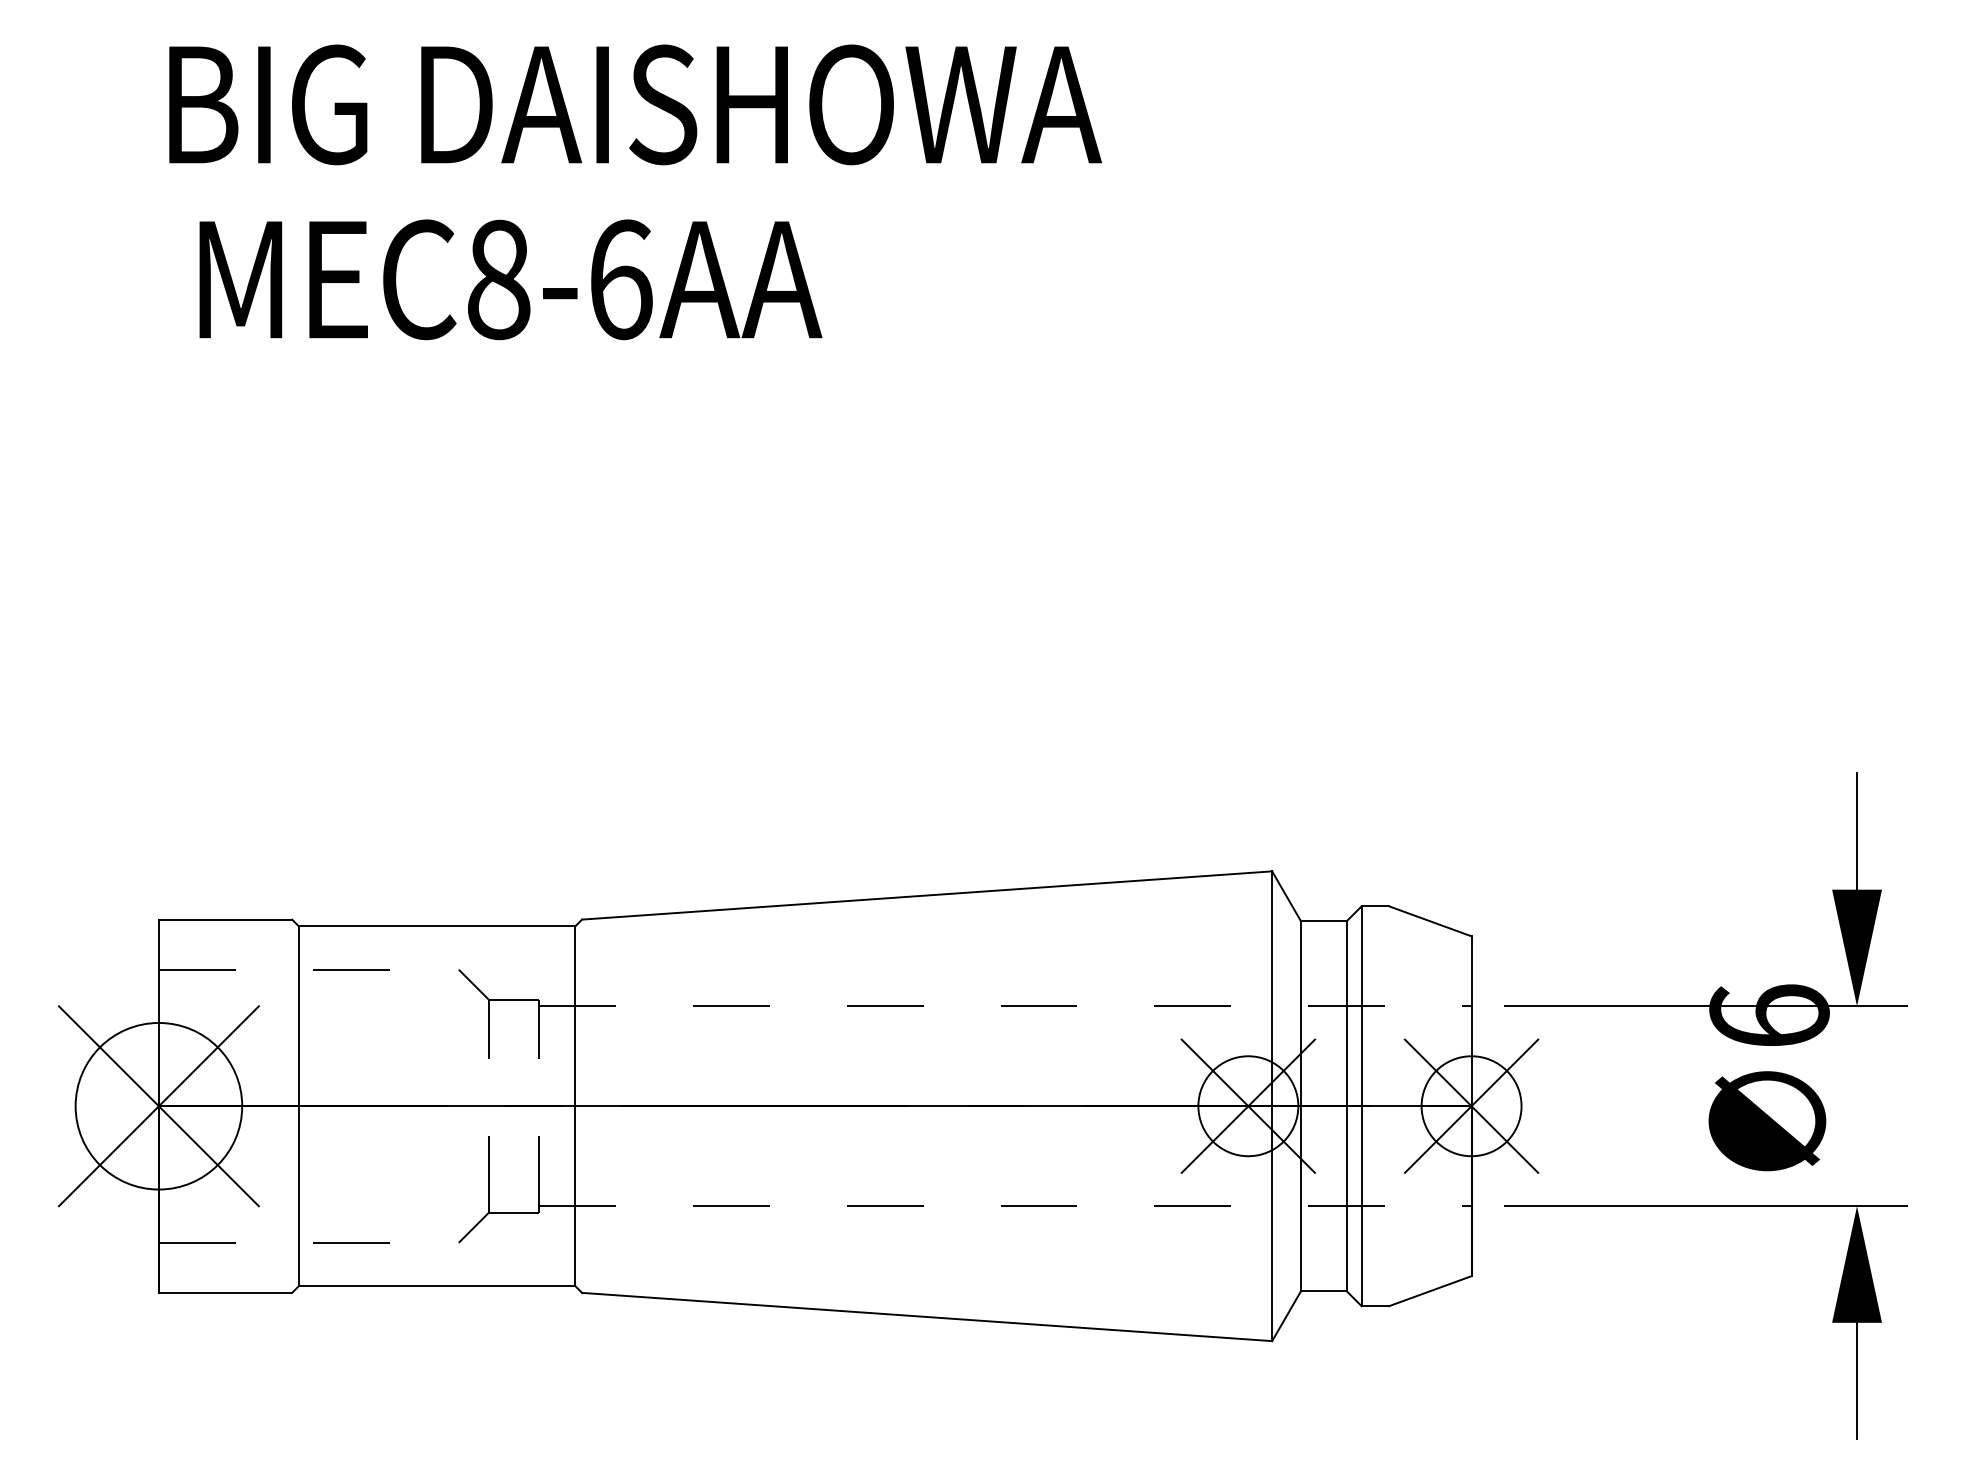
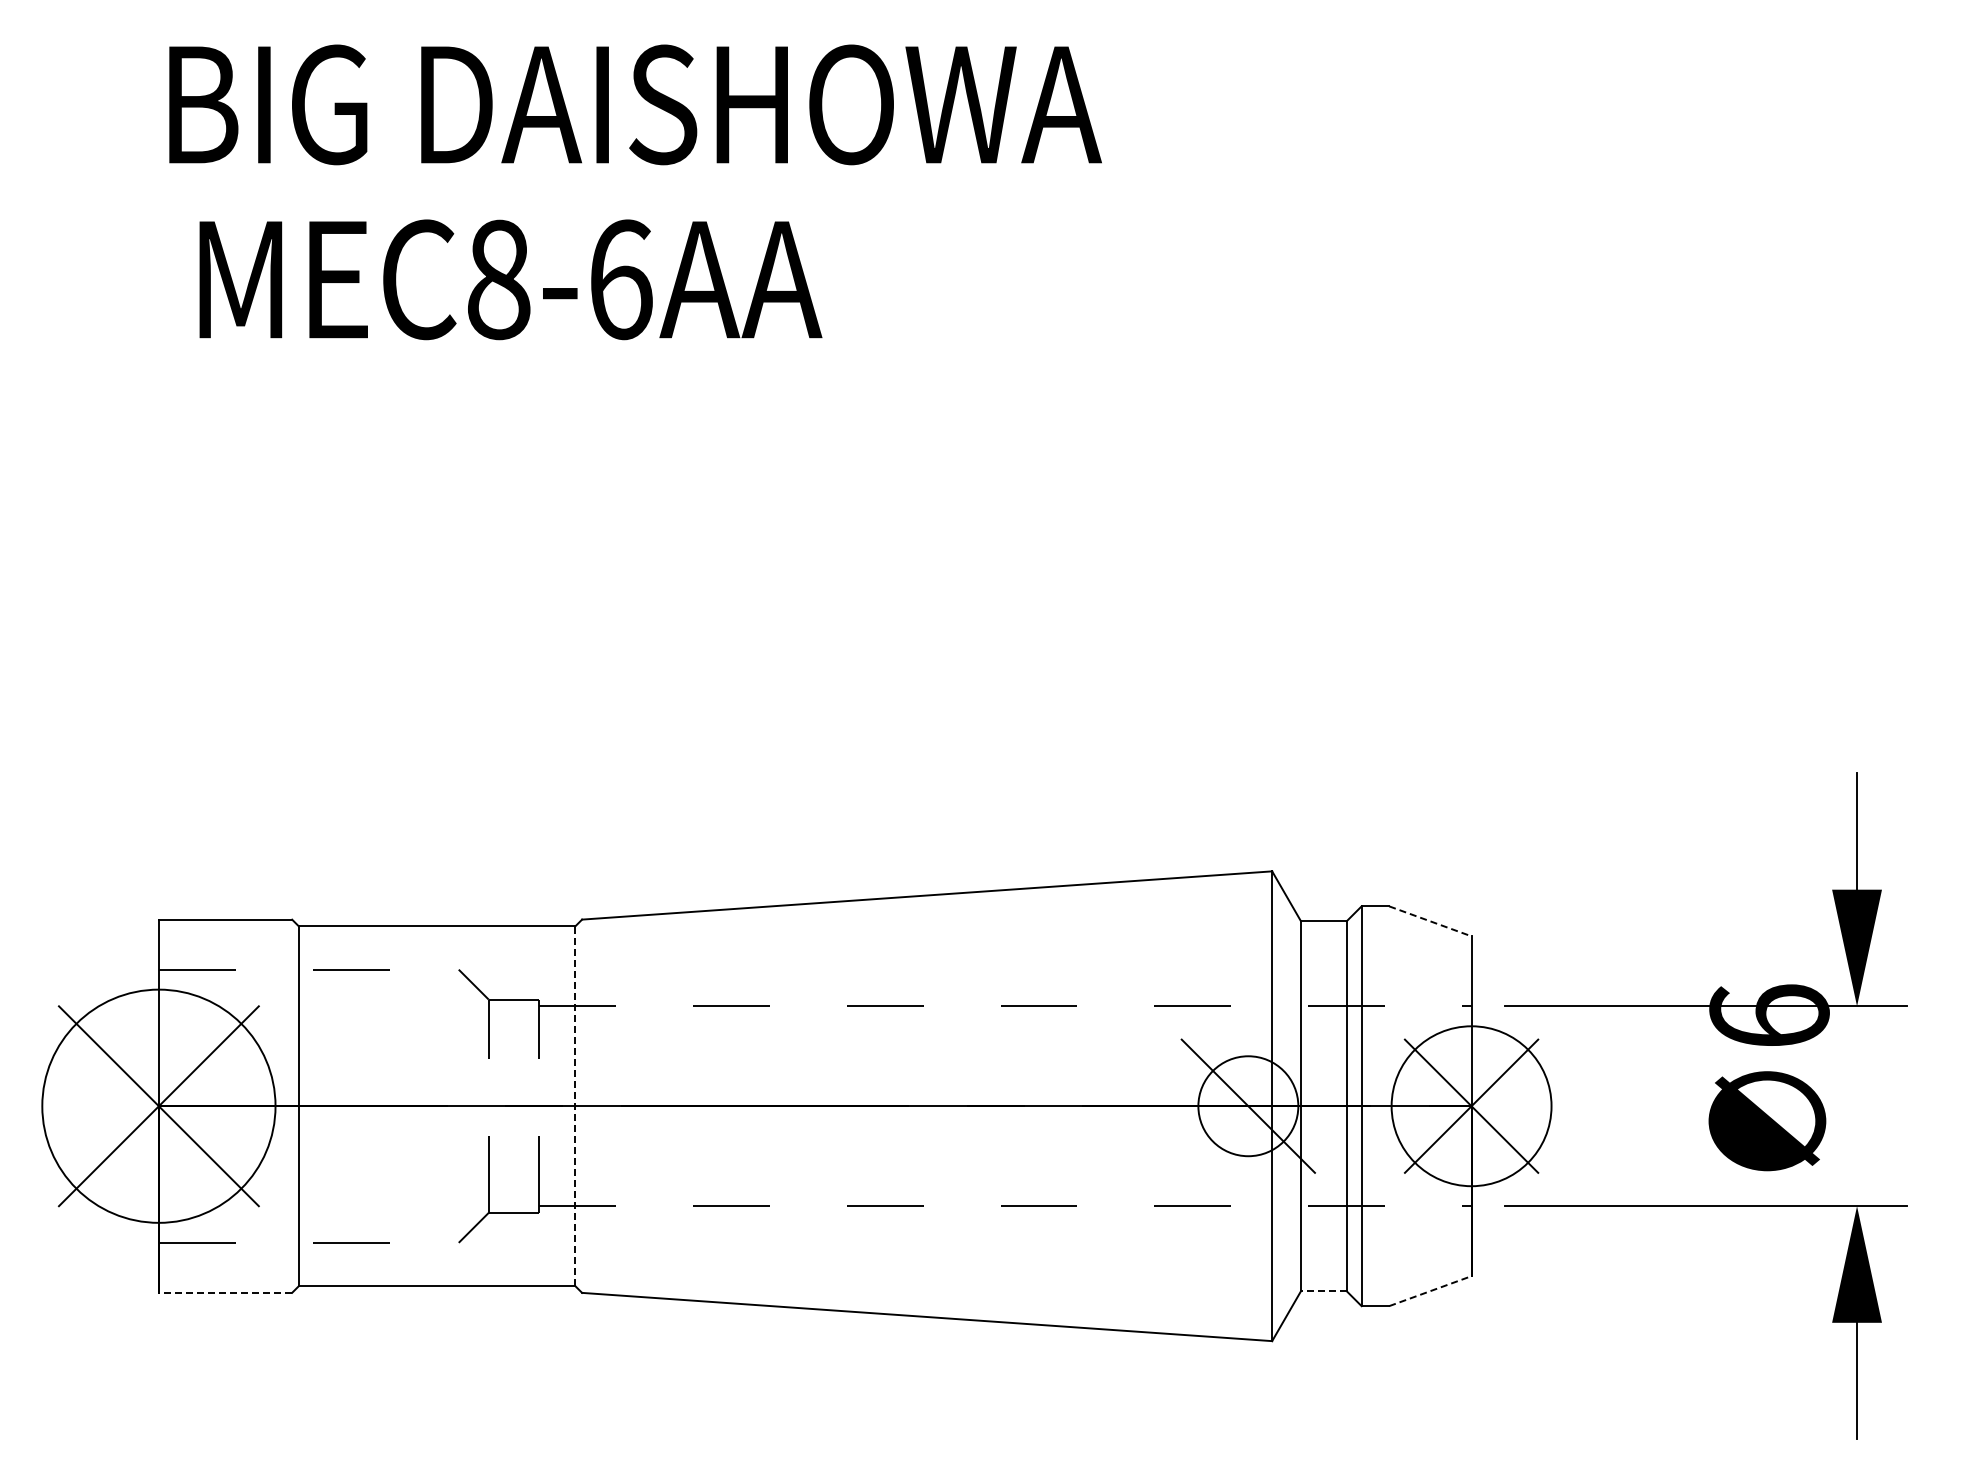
line at (1430, 921): solid -> dashed
circle at (158, 1105) diameter: 167 px -> 233 px
line at (1248, 1105): present -> none
line at (575, 1106): solid -> dashed
circle at (1471, 1106) diameter: 100 px -> 160 px
line at (1323, 1291): solid -> dashed
line at (1430, 1291): solid -> dashed
line at (225, 1292): solid -> dashed
